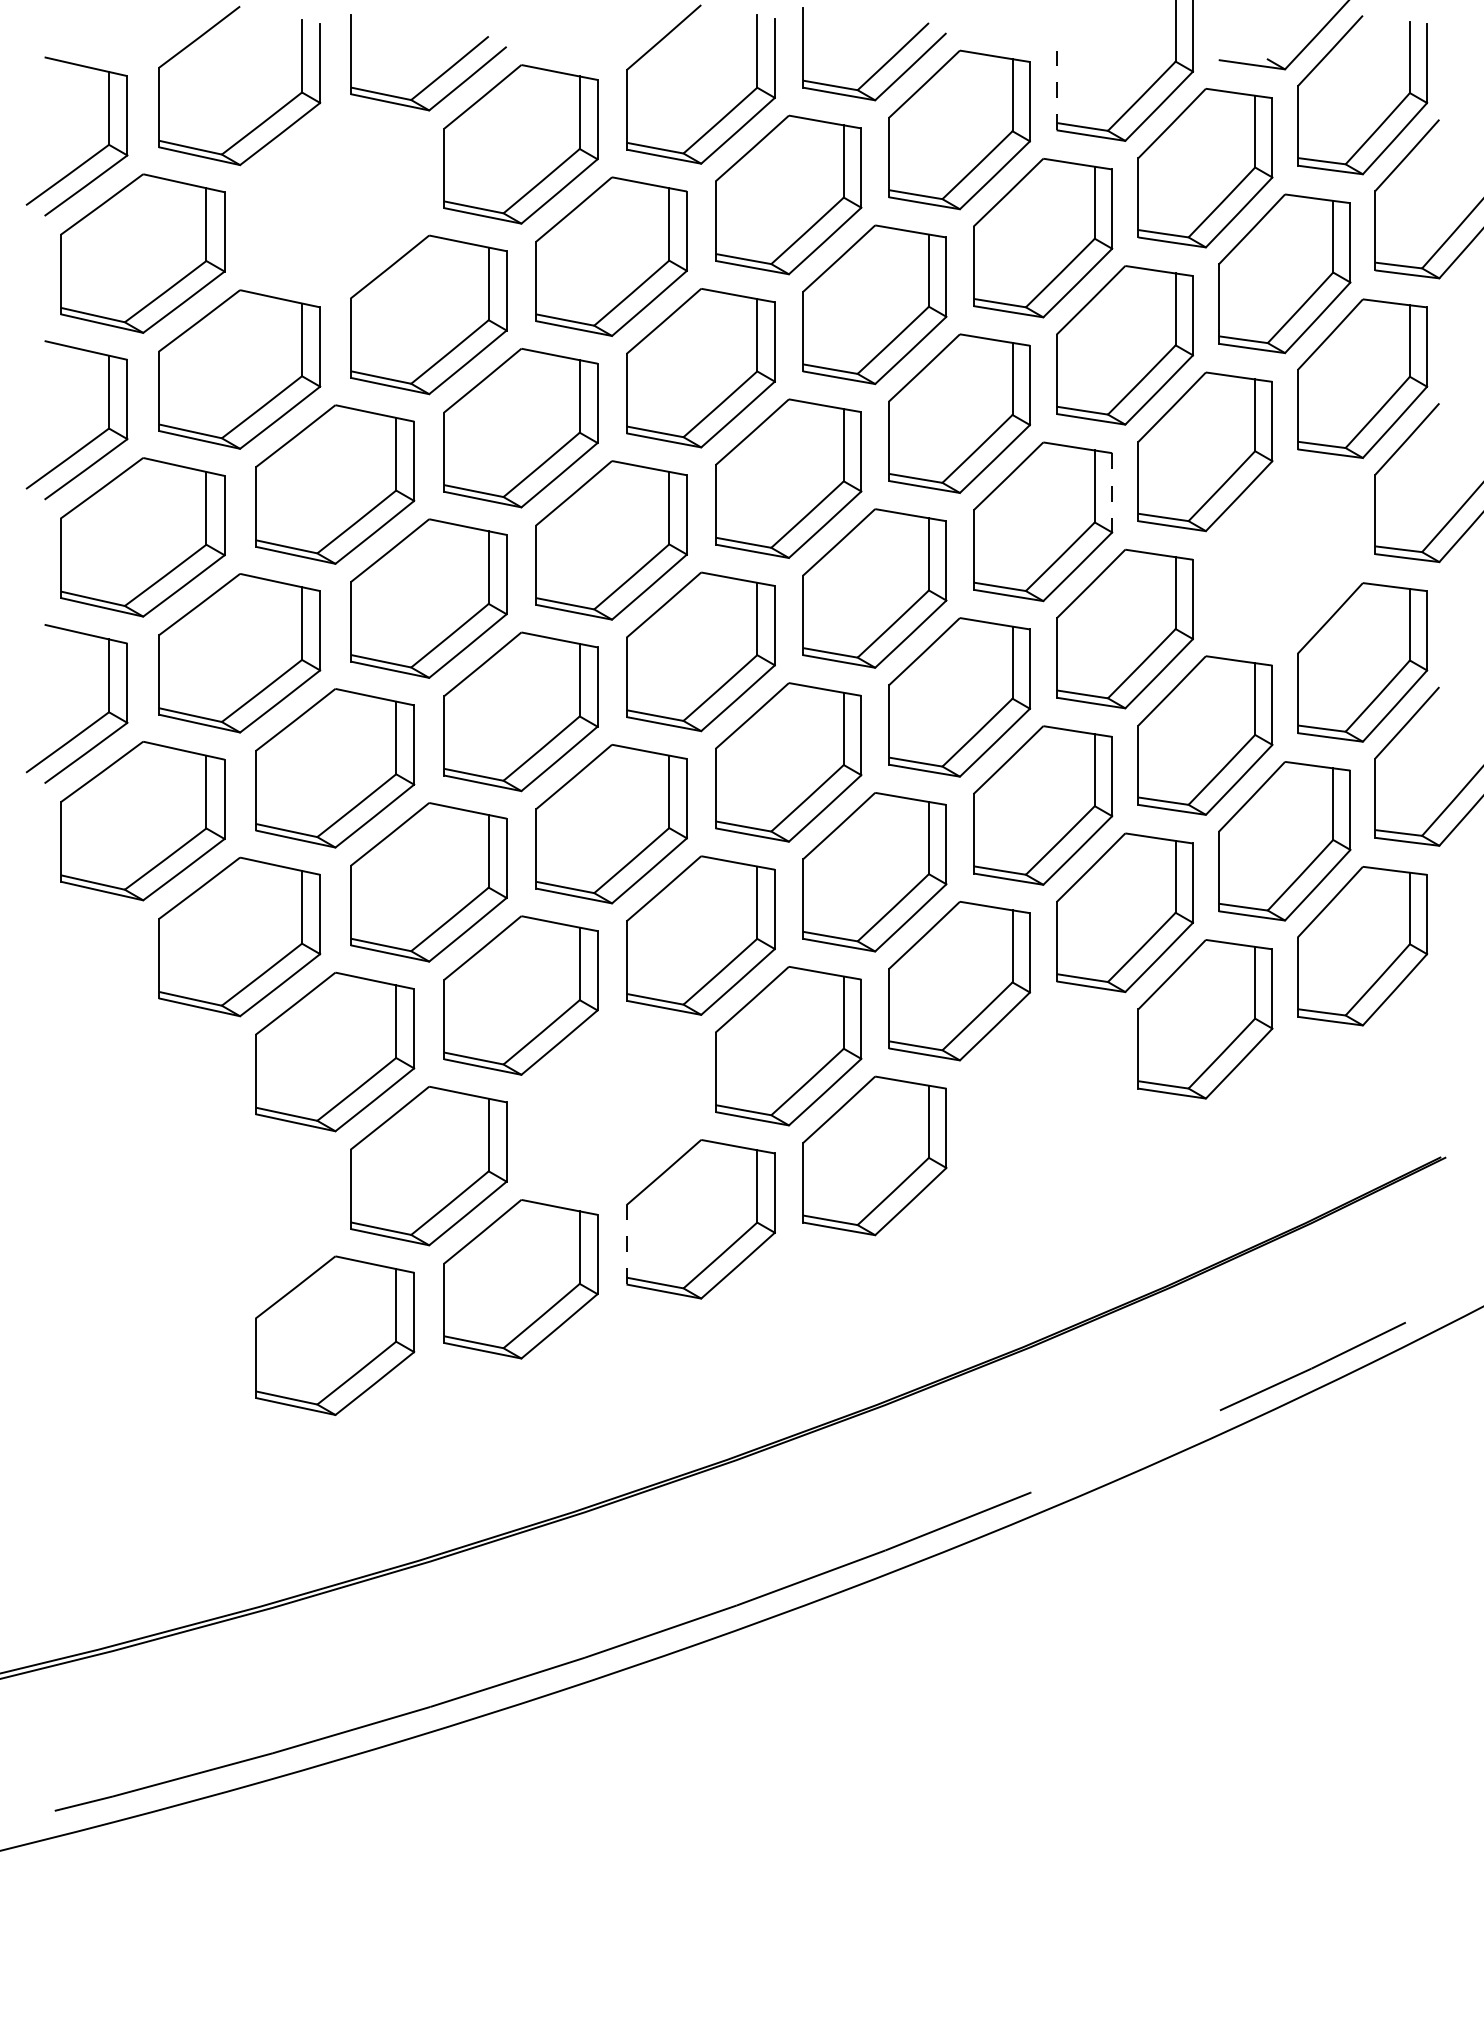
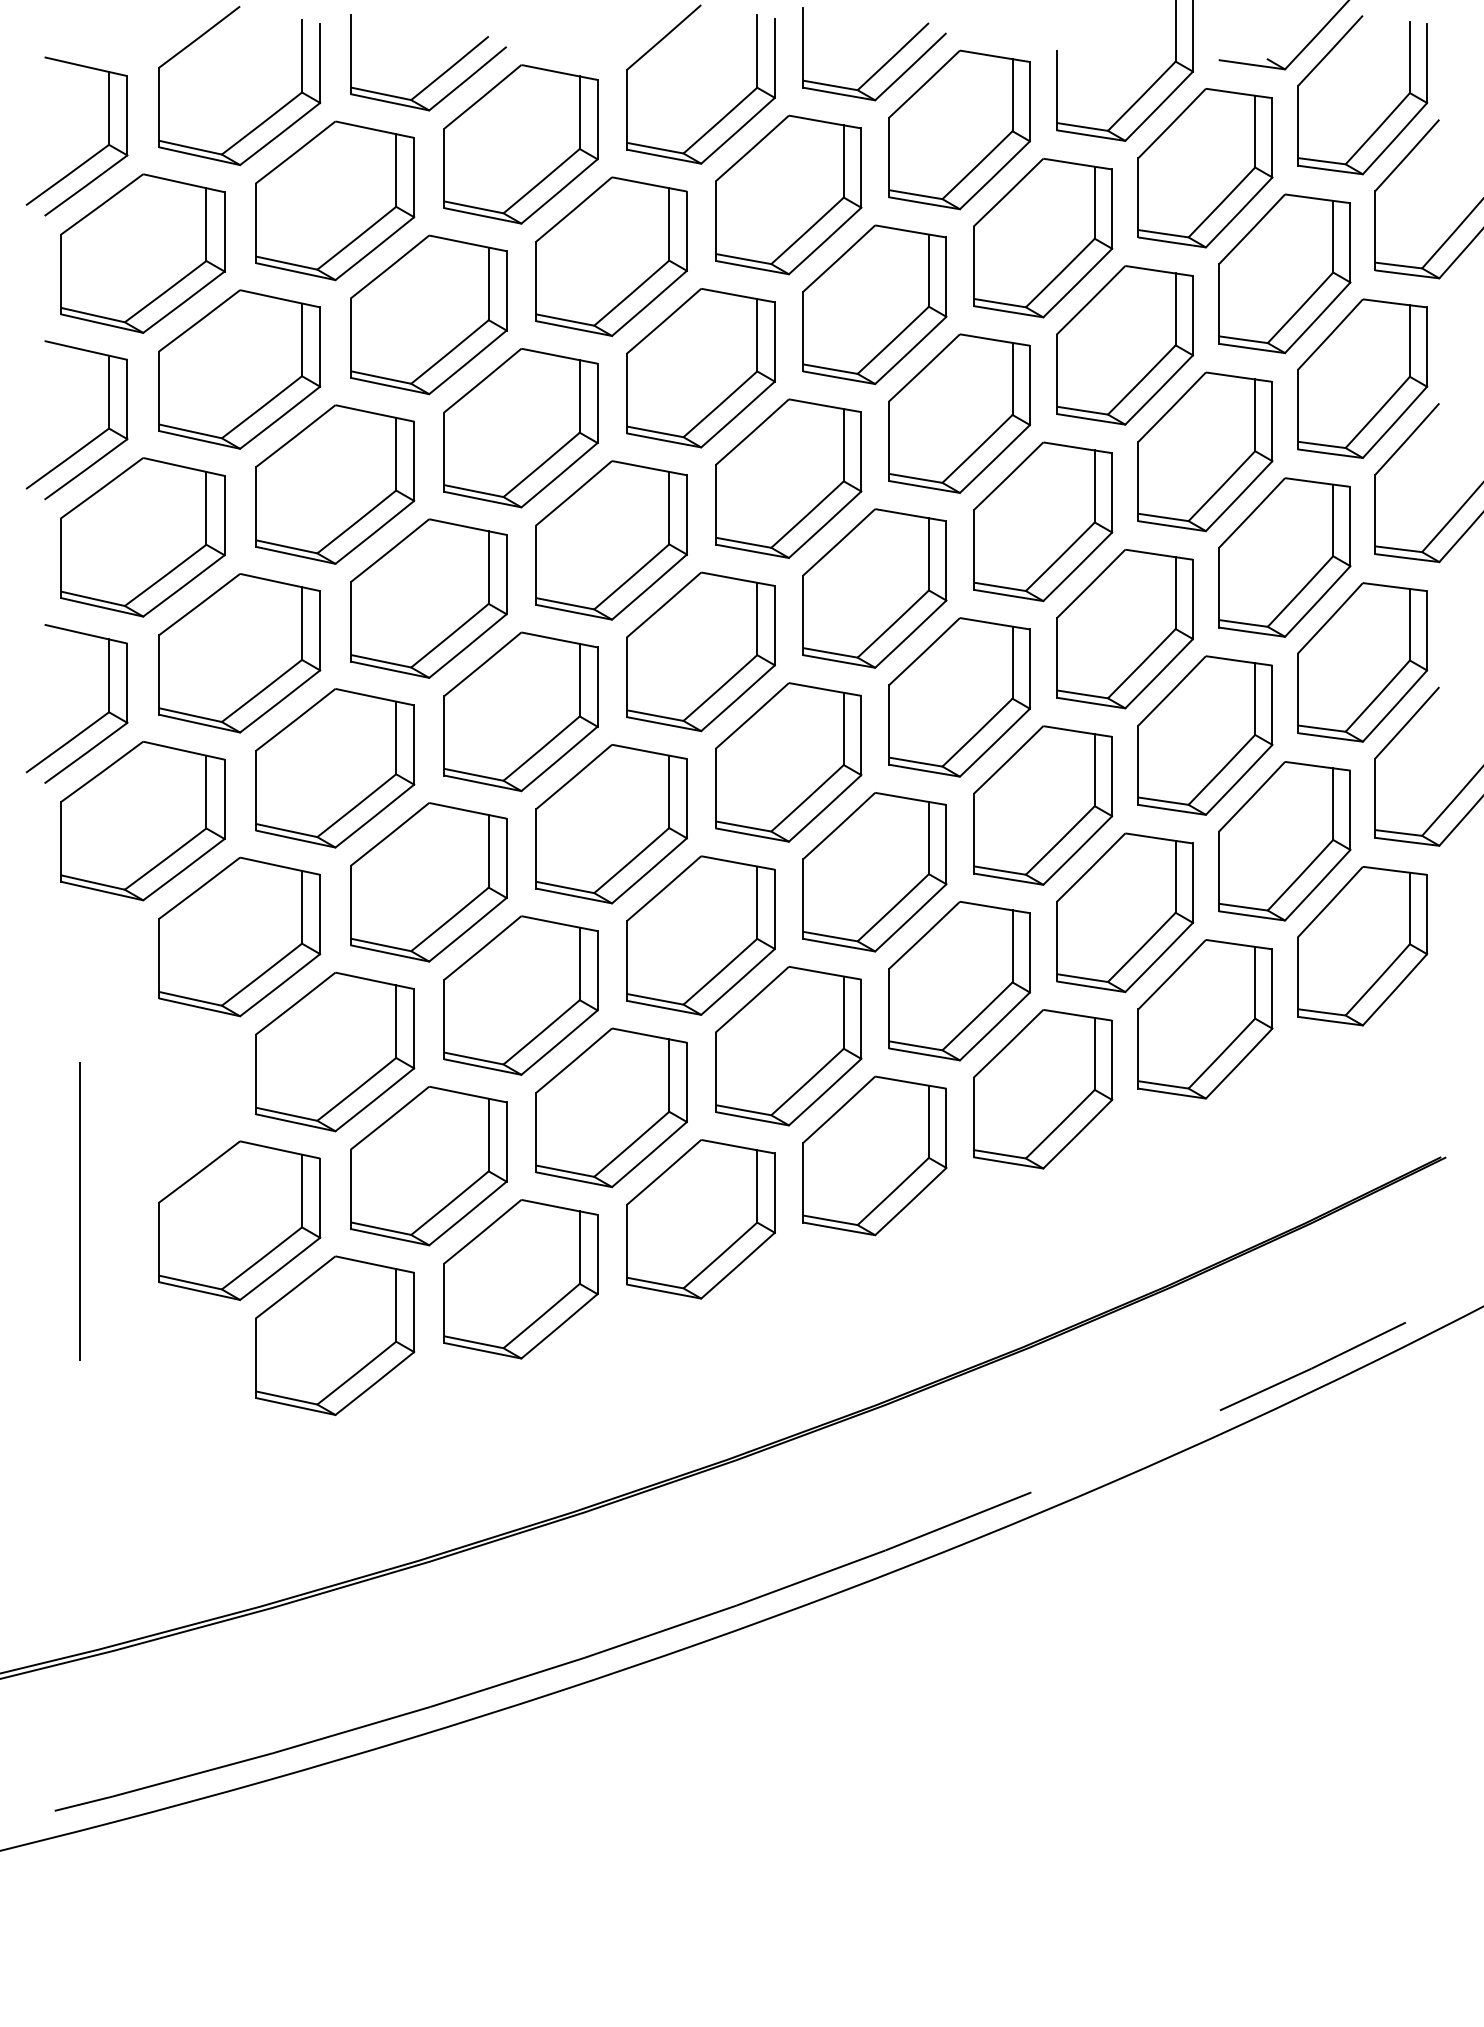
line at (1056, 90): dashed -> solid
part at (335, 200): none -> present
line at (1112, 492): dashed -> solid
part at (1284, 557): none -> present
part at (1043, 1089): none -> present
part at (611, 1107): none -> present
line at (79, 1211): none -> present
part at (239, 1220): none -> present
line at (626, 1244): dashed -> solid
